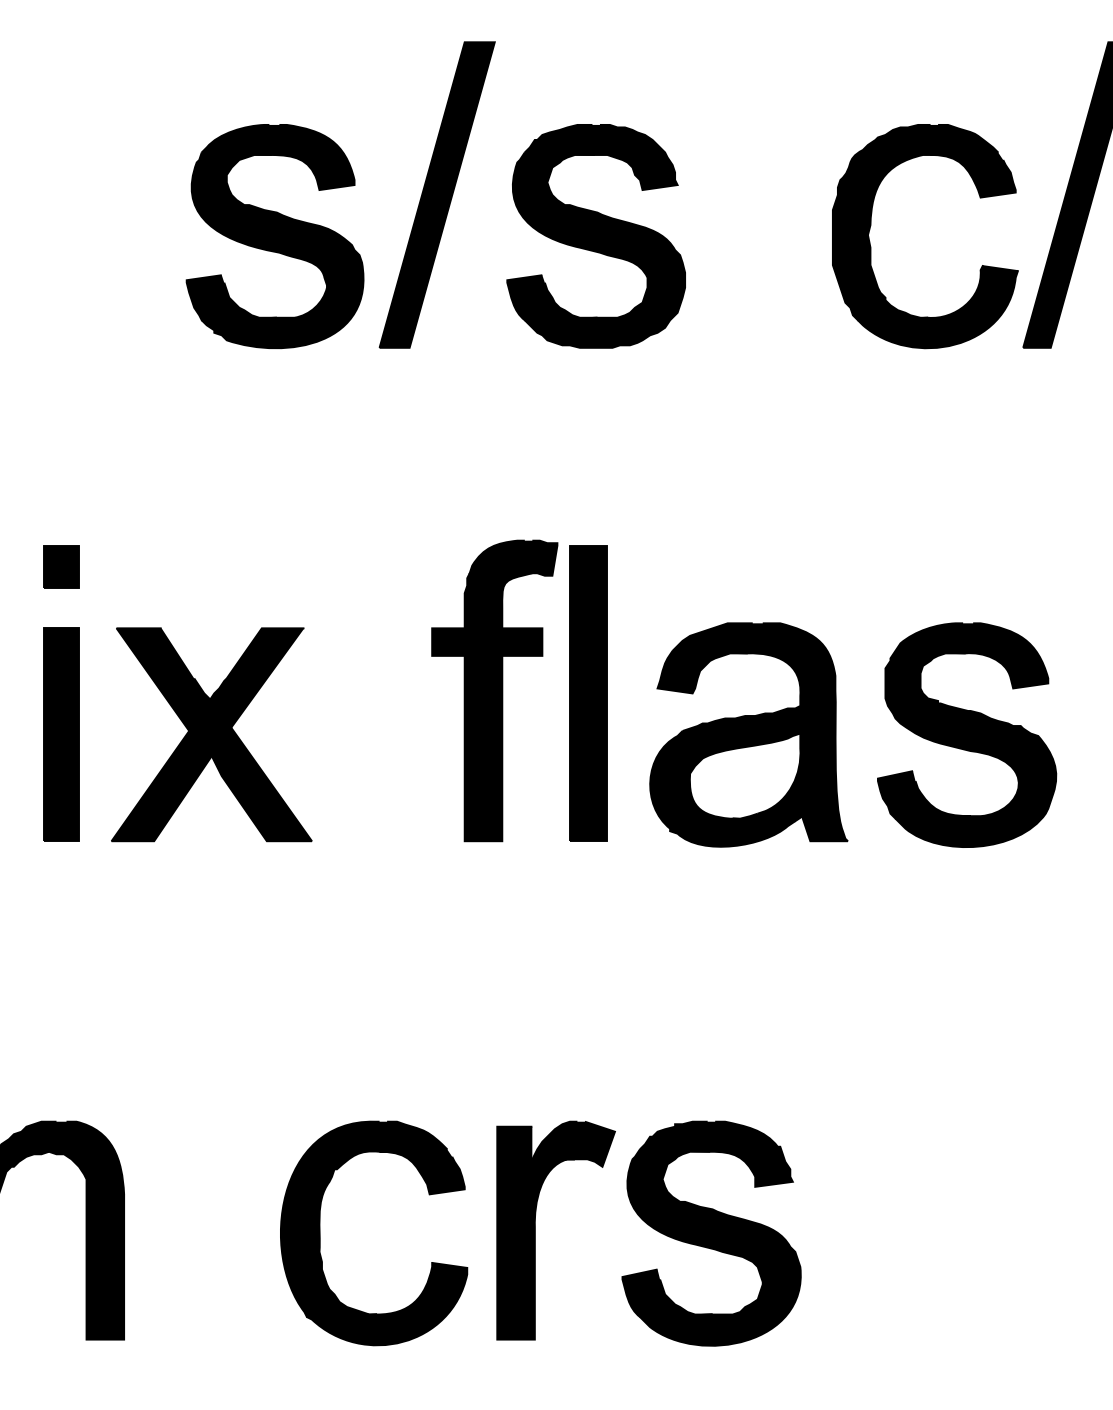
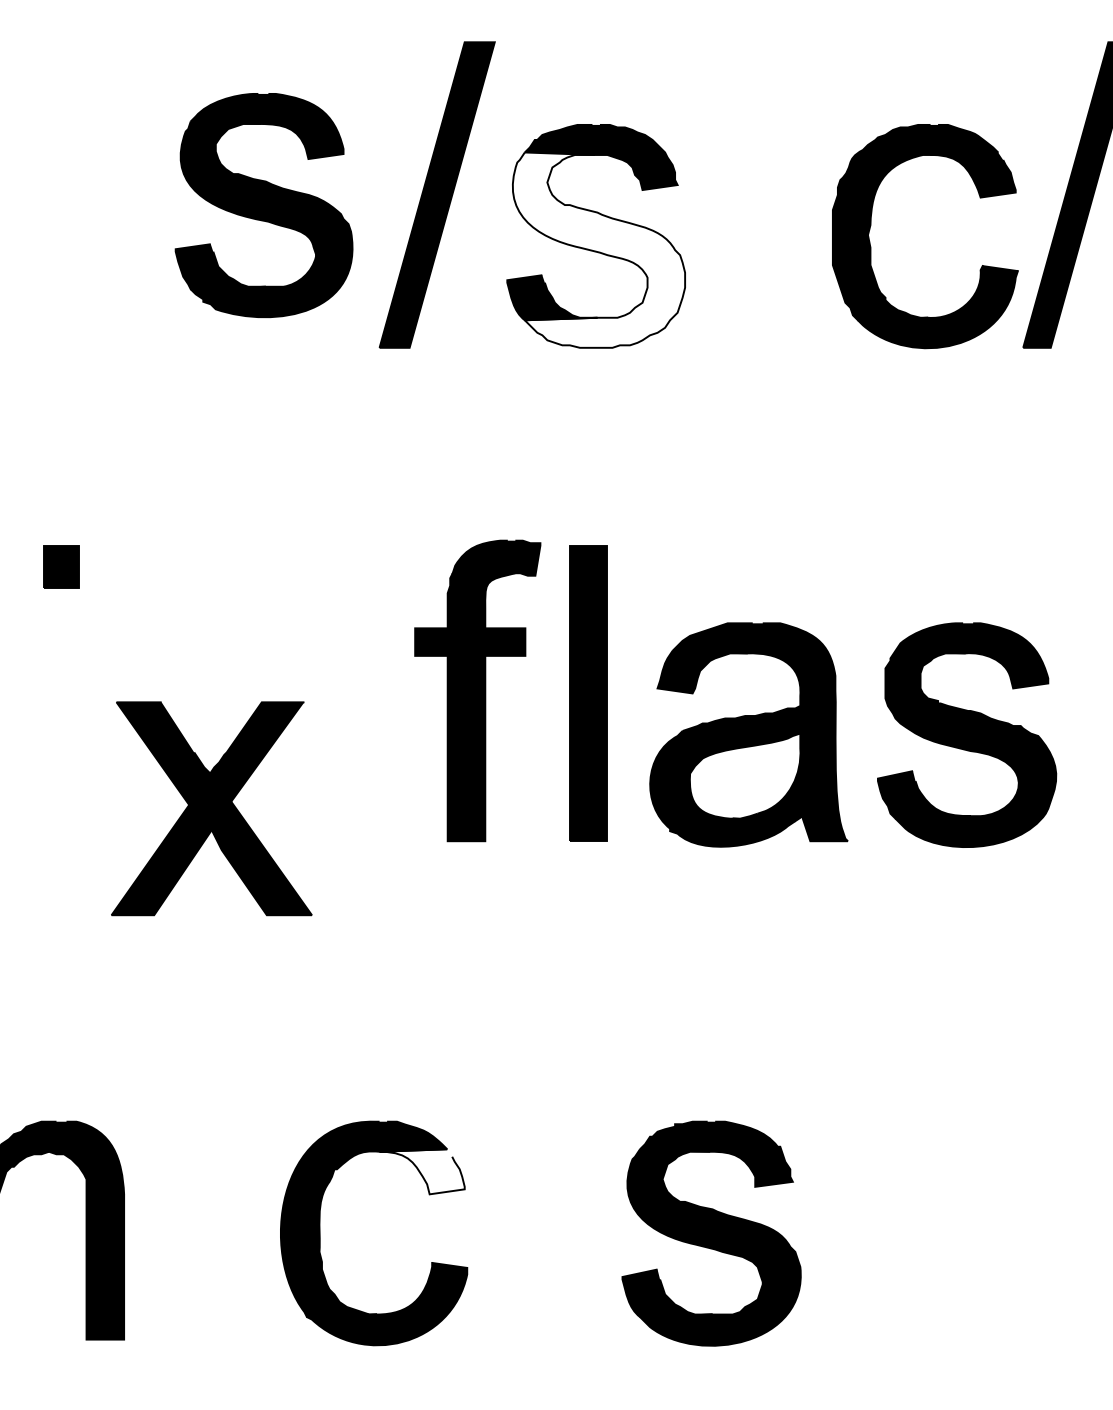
part at (274, 236) position: (274, 236) -> (263, 205)
fill at (598, 249): present -> none
part at (494, 690) position: (494, 690) -> (477, 690)
part at (61, 734): present -> none
part at (211, 734) position: (211, 734) -> (211, 808)
fill at (421, 1171): present -> none
part at (535, 1230): present -> none
